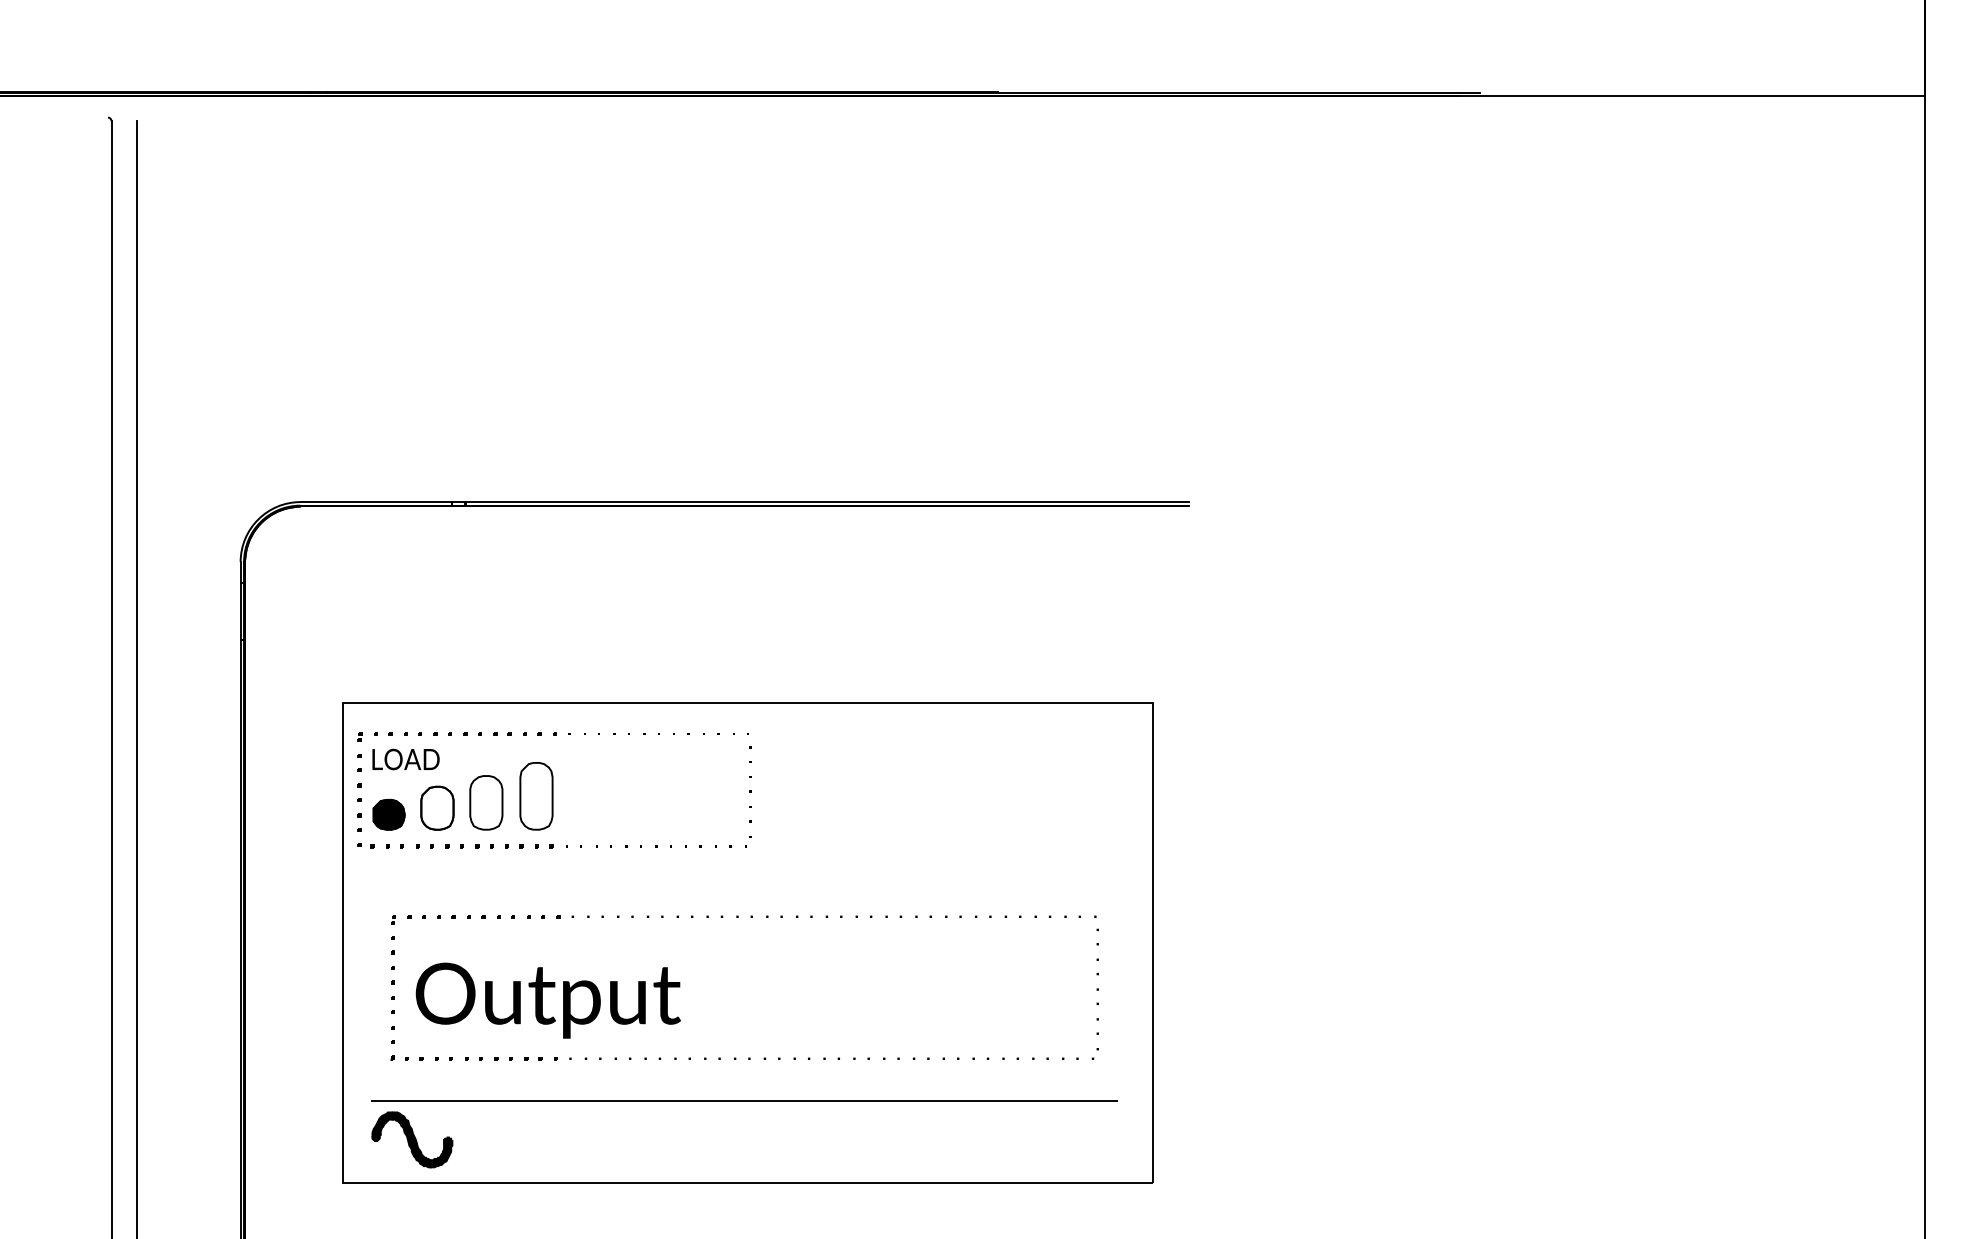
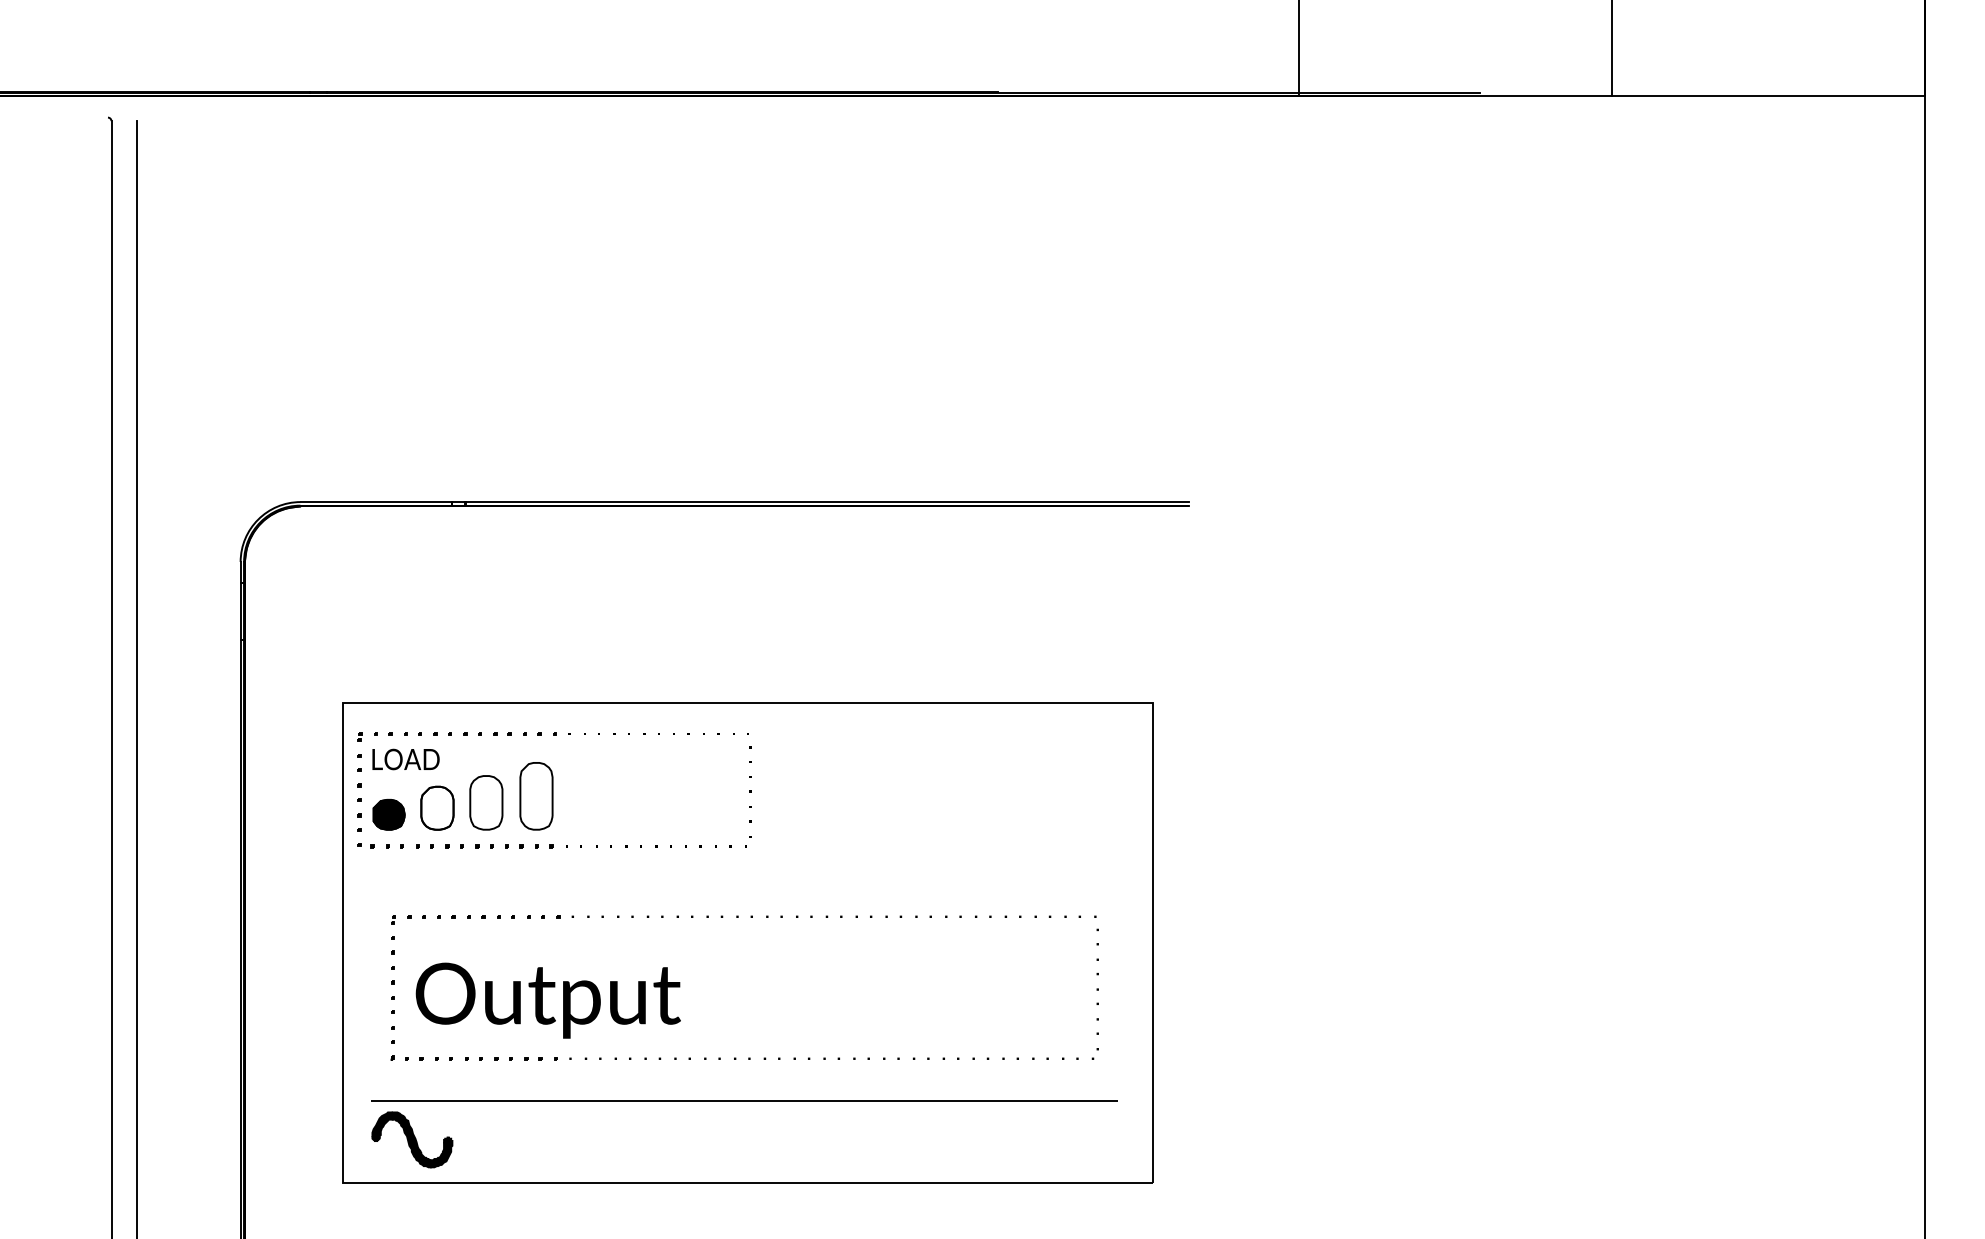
line at (1298, 49): none -> present
line at (1612, 49): none -> present
